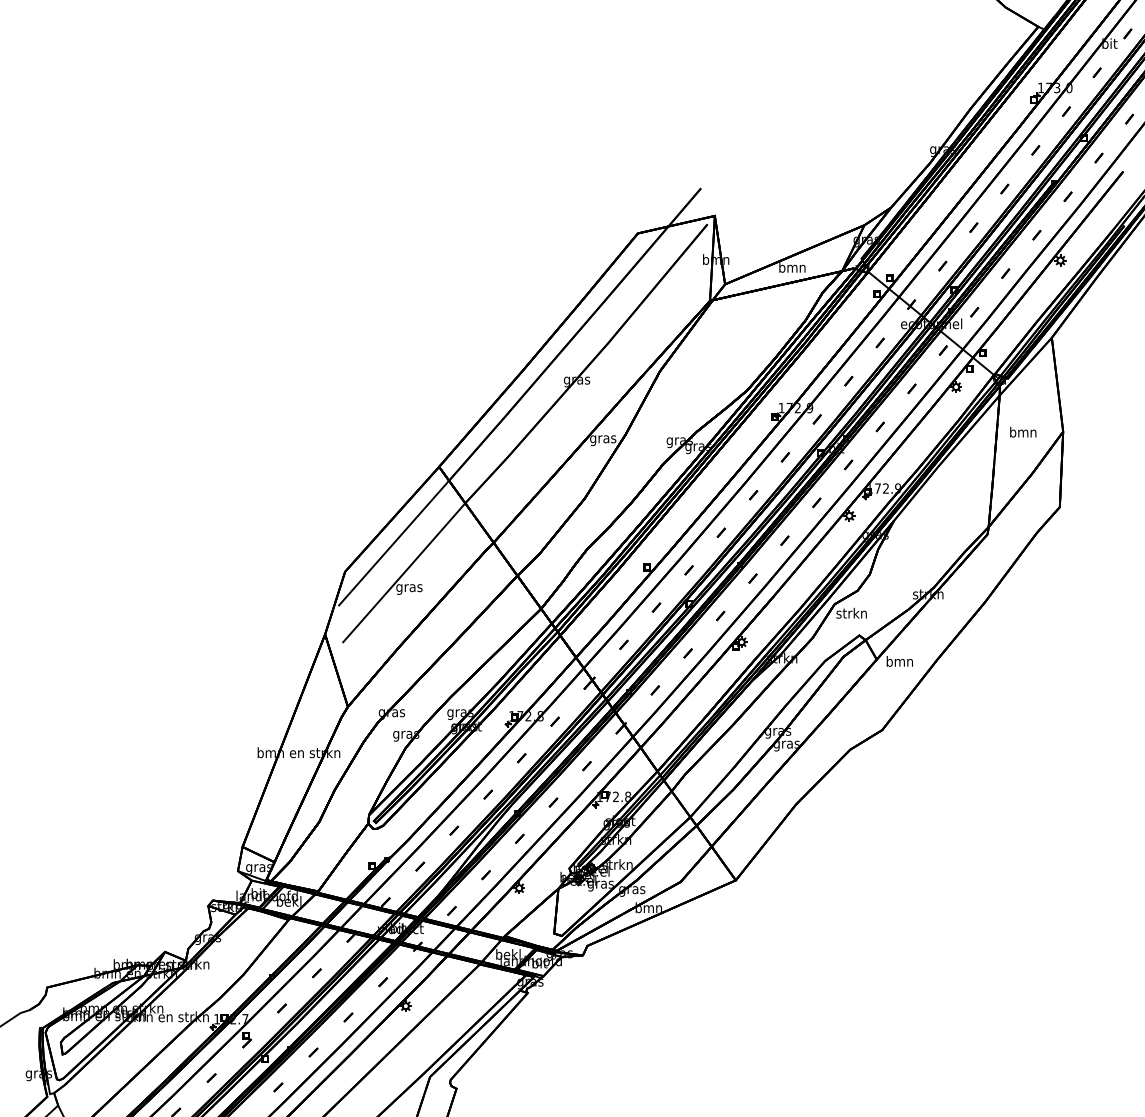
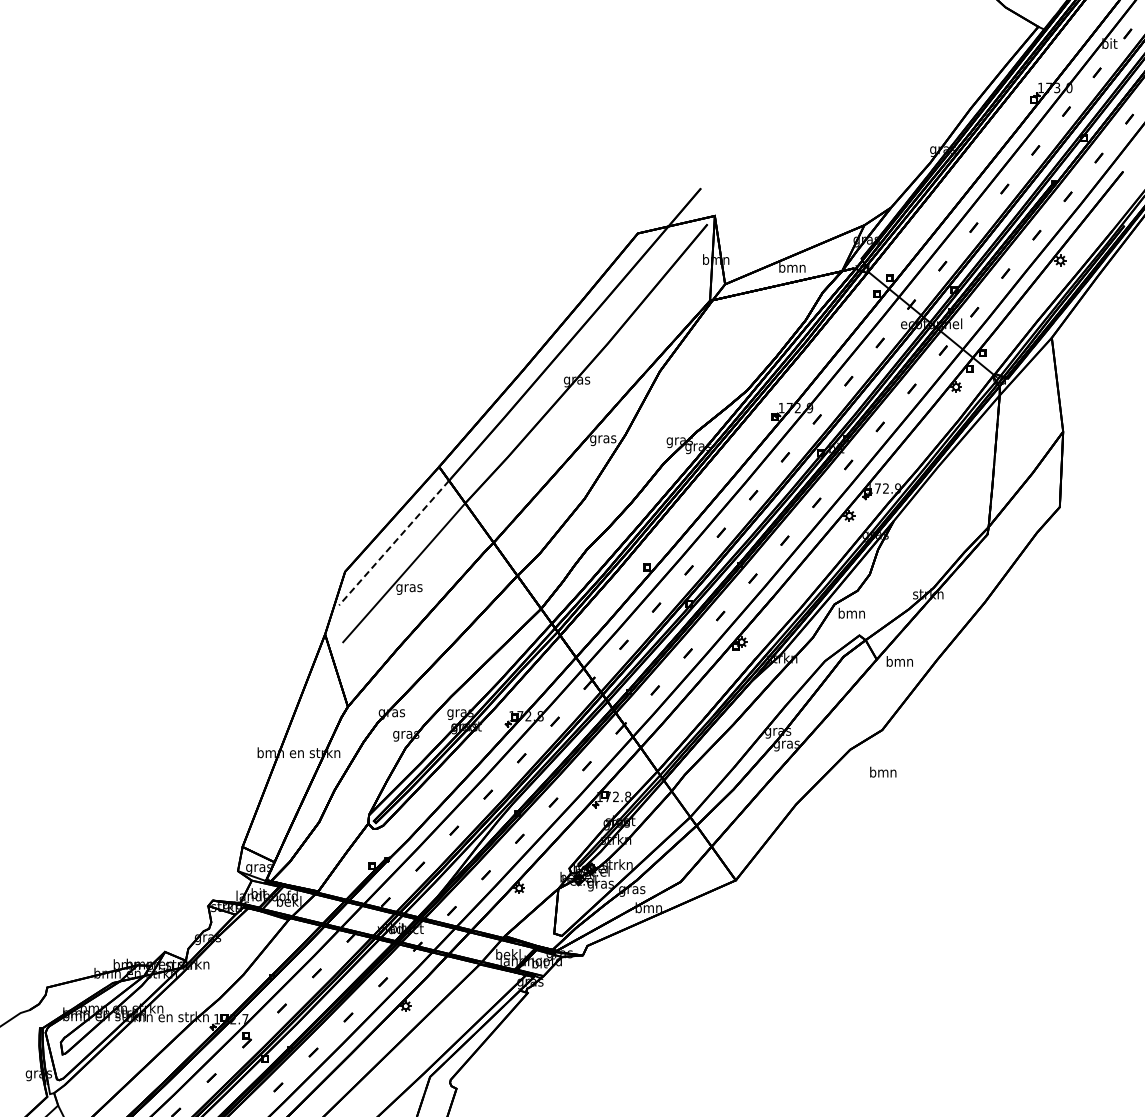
text at (1023, 431) position: (1023, 431) -> (883, 771)
line at (393, 543): solid -> dashed
text at (851, 612): strkn -> bmn
